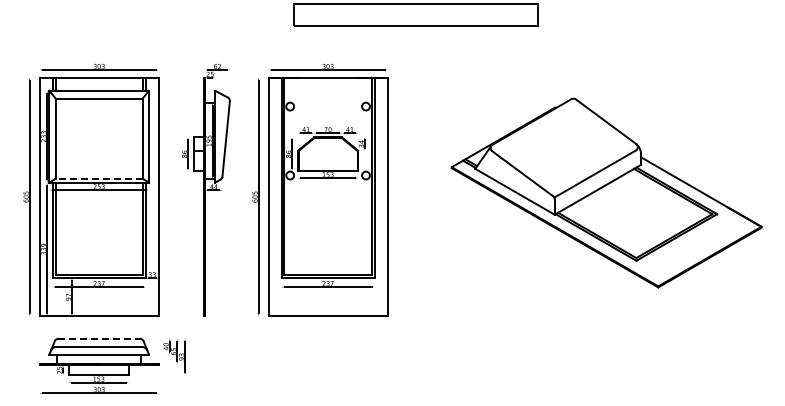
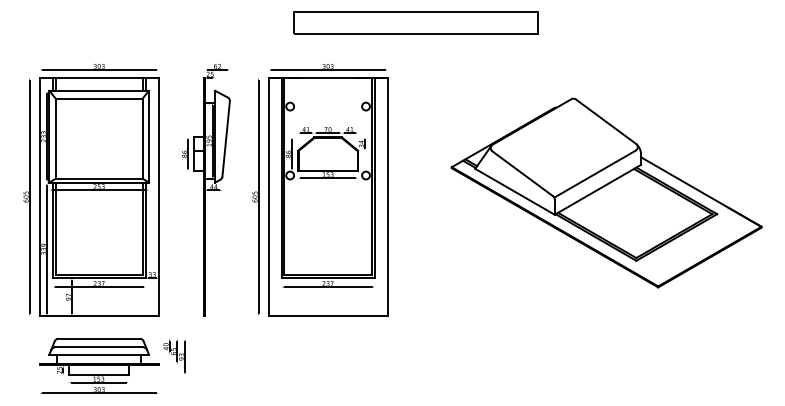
part at (415, 14) position: (415, 14) -> (415, 22)
line at (98, 178): dashed -> solid
line at (99, 338): dashed -> solid
